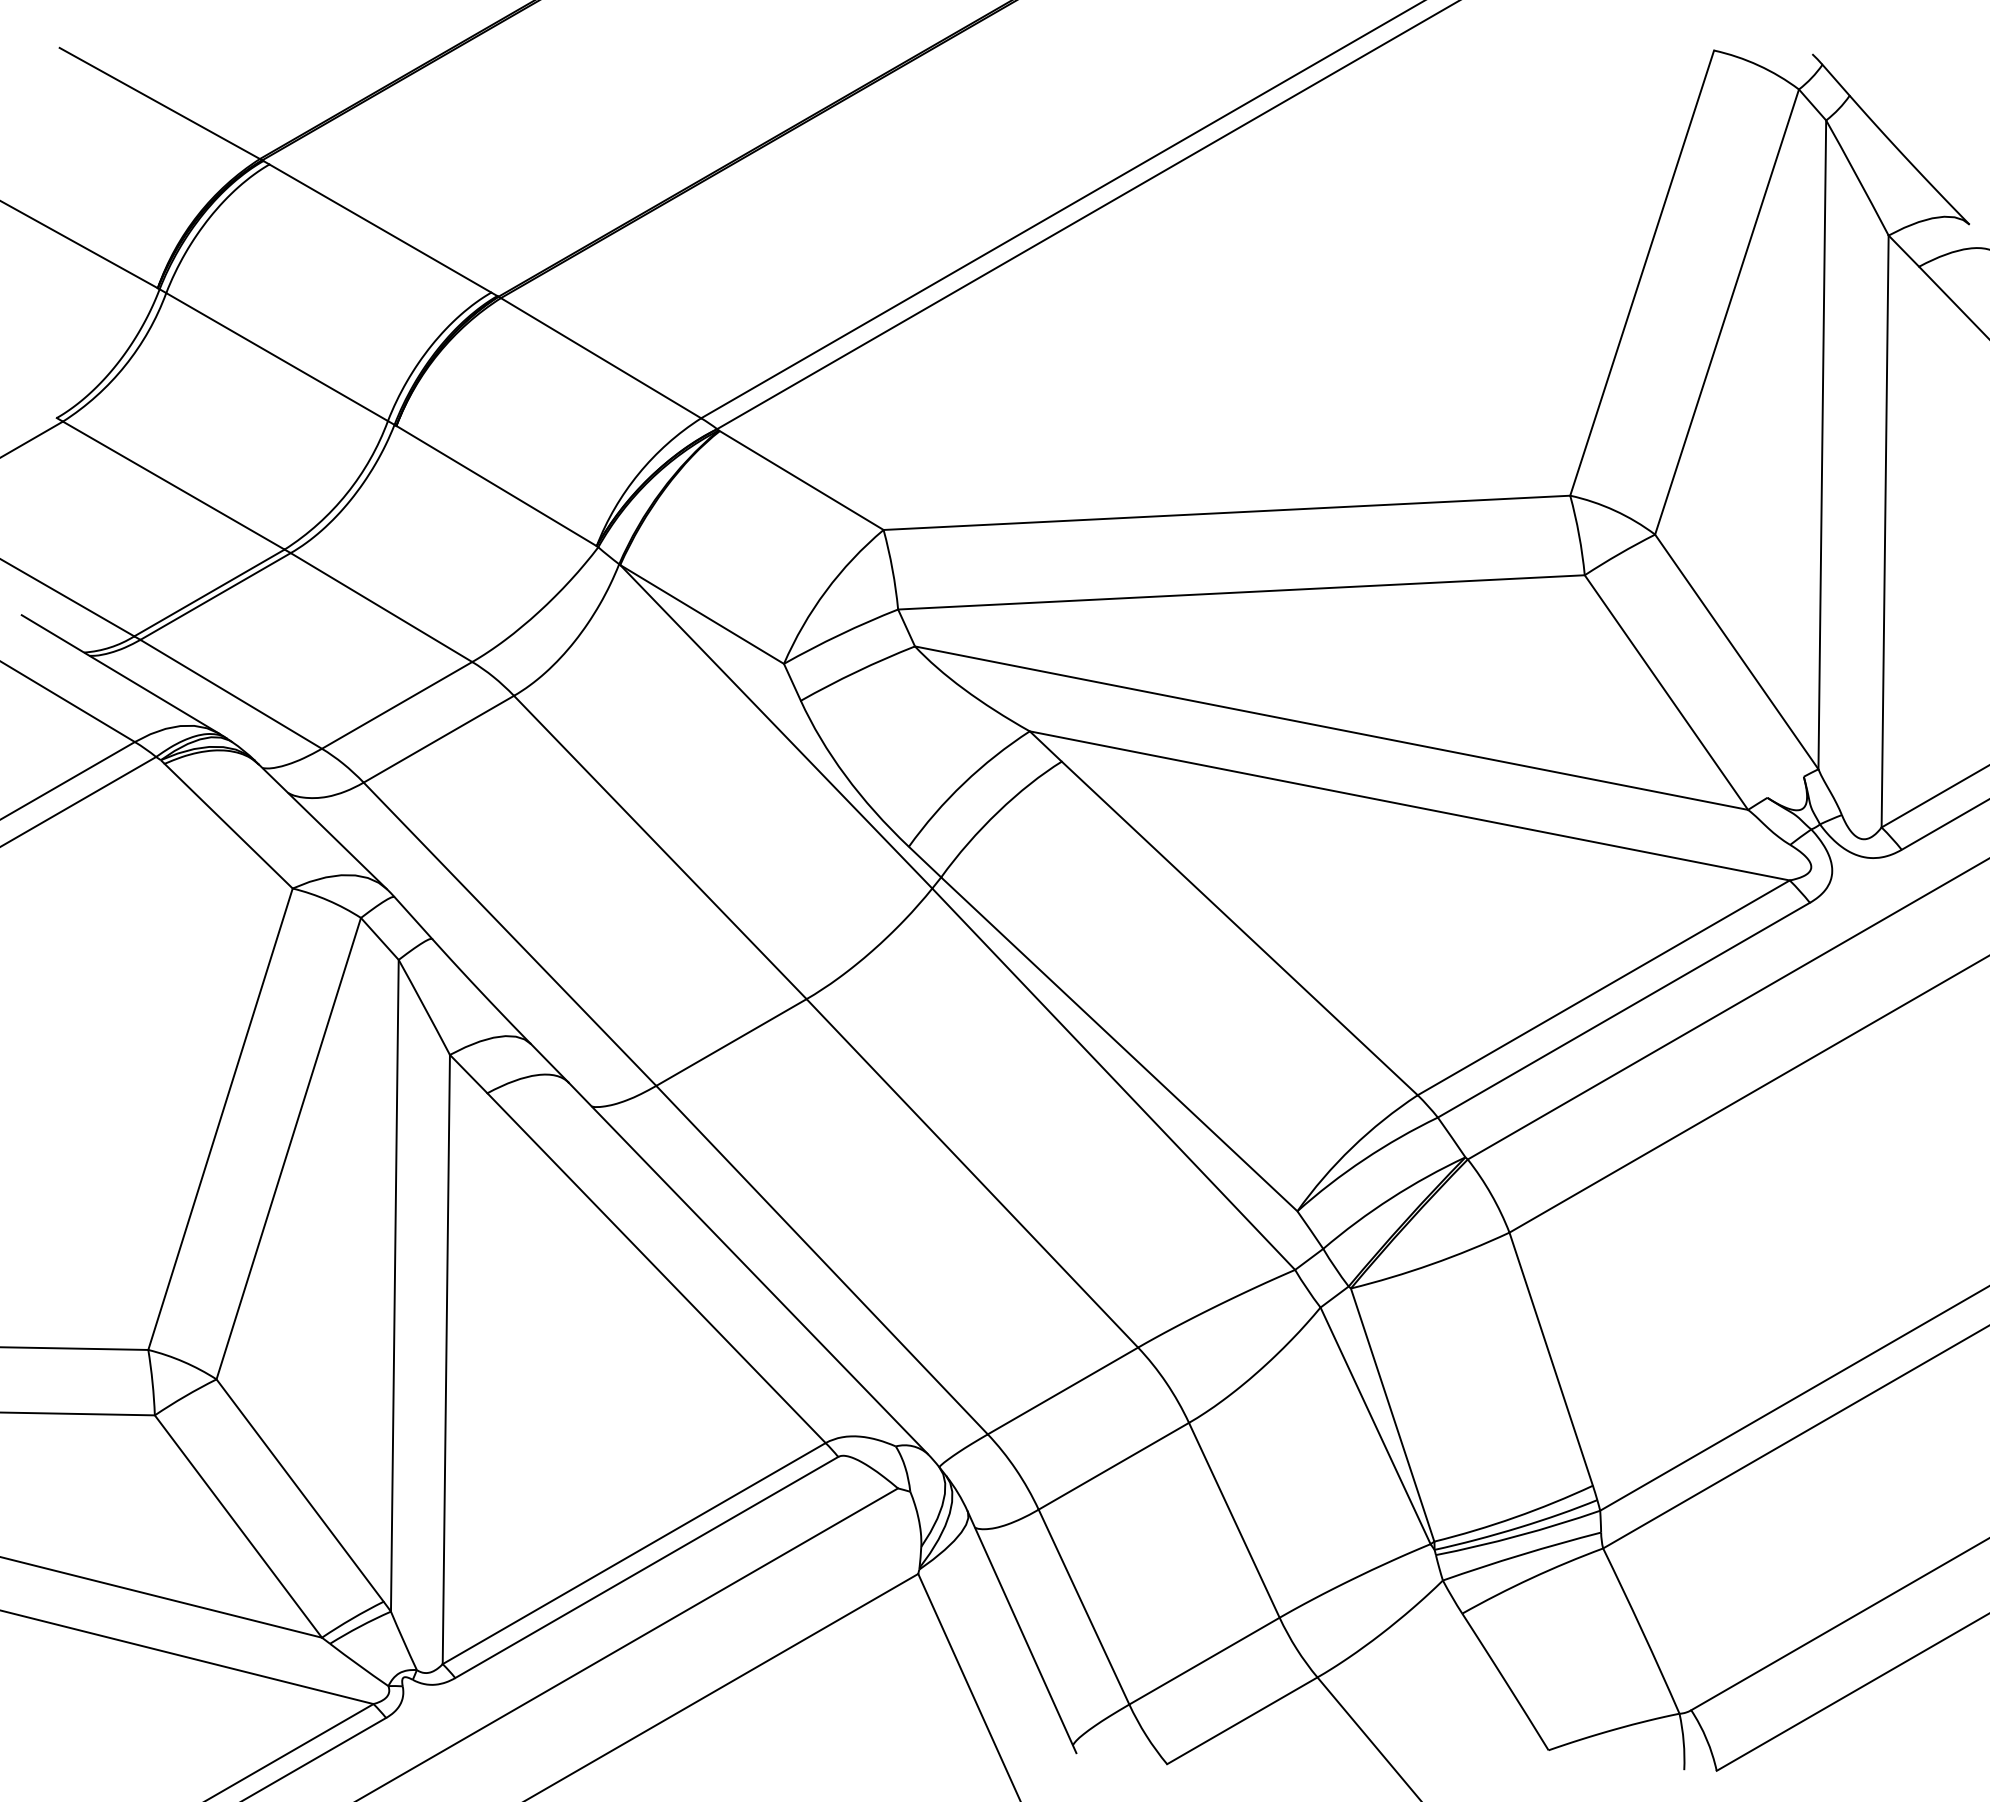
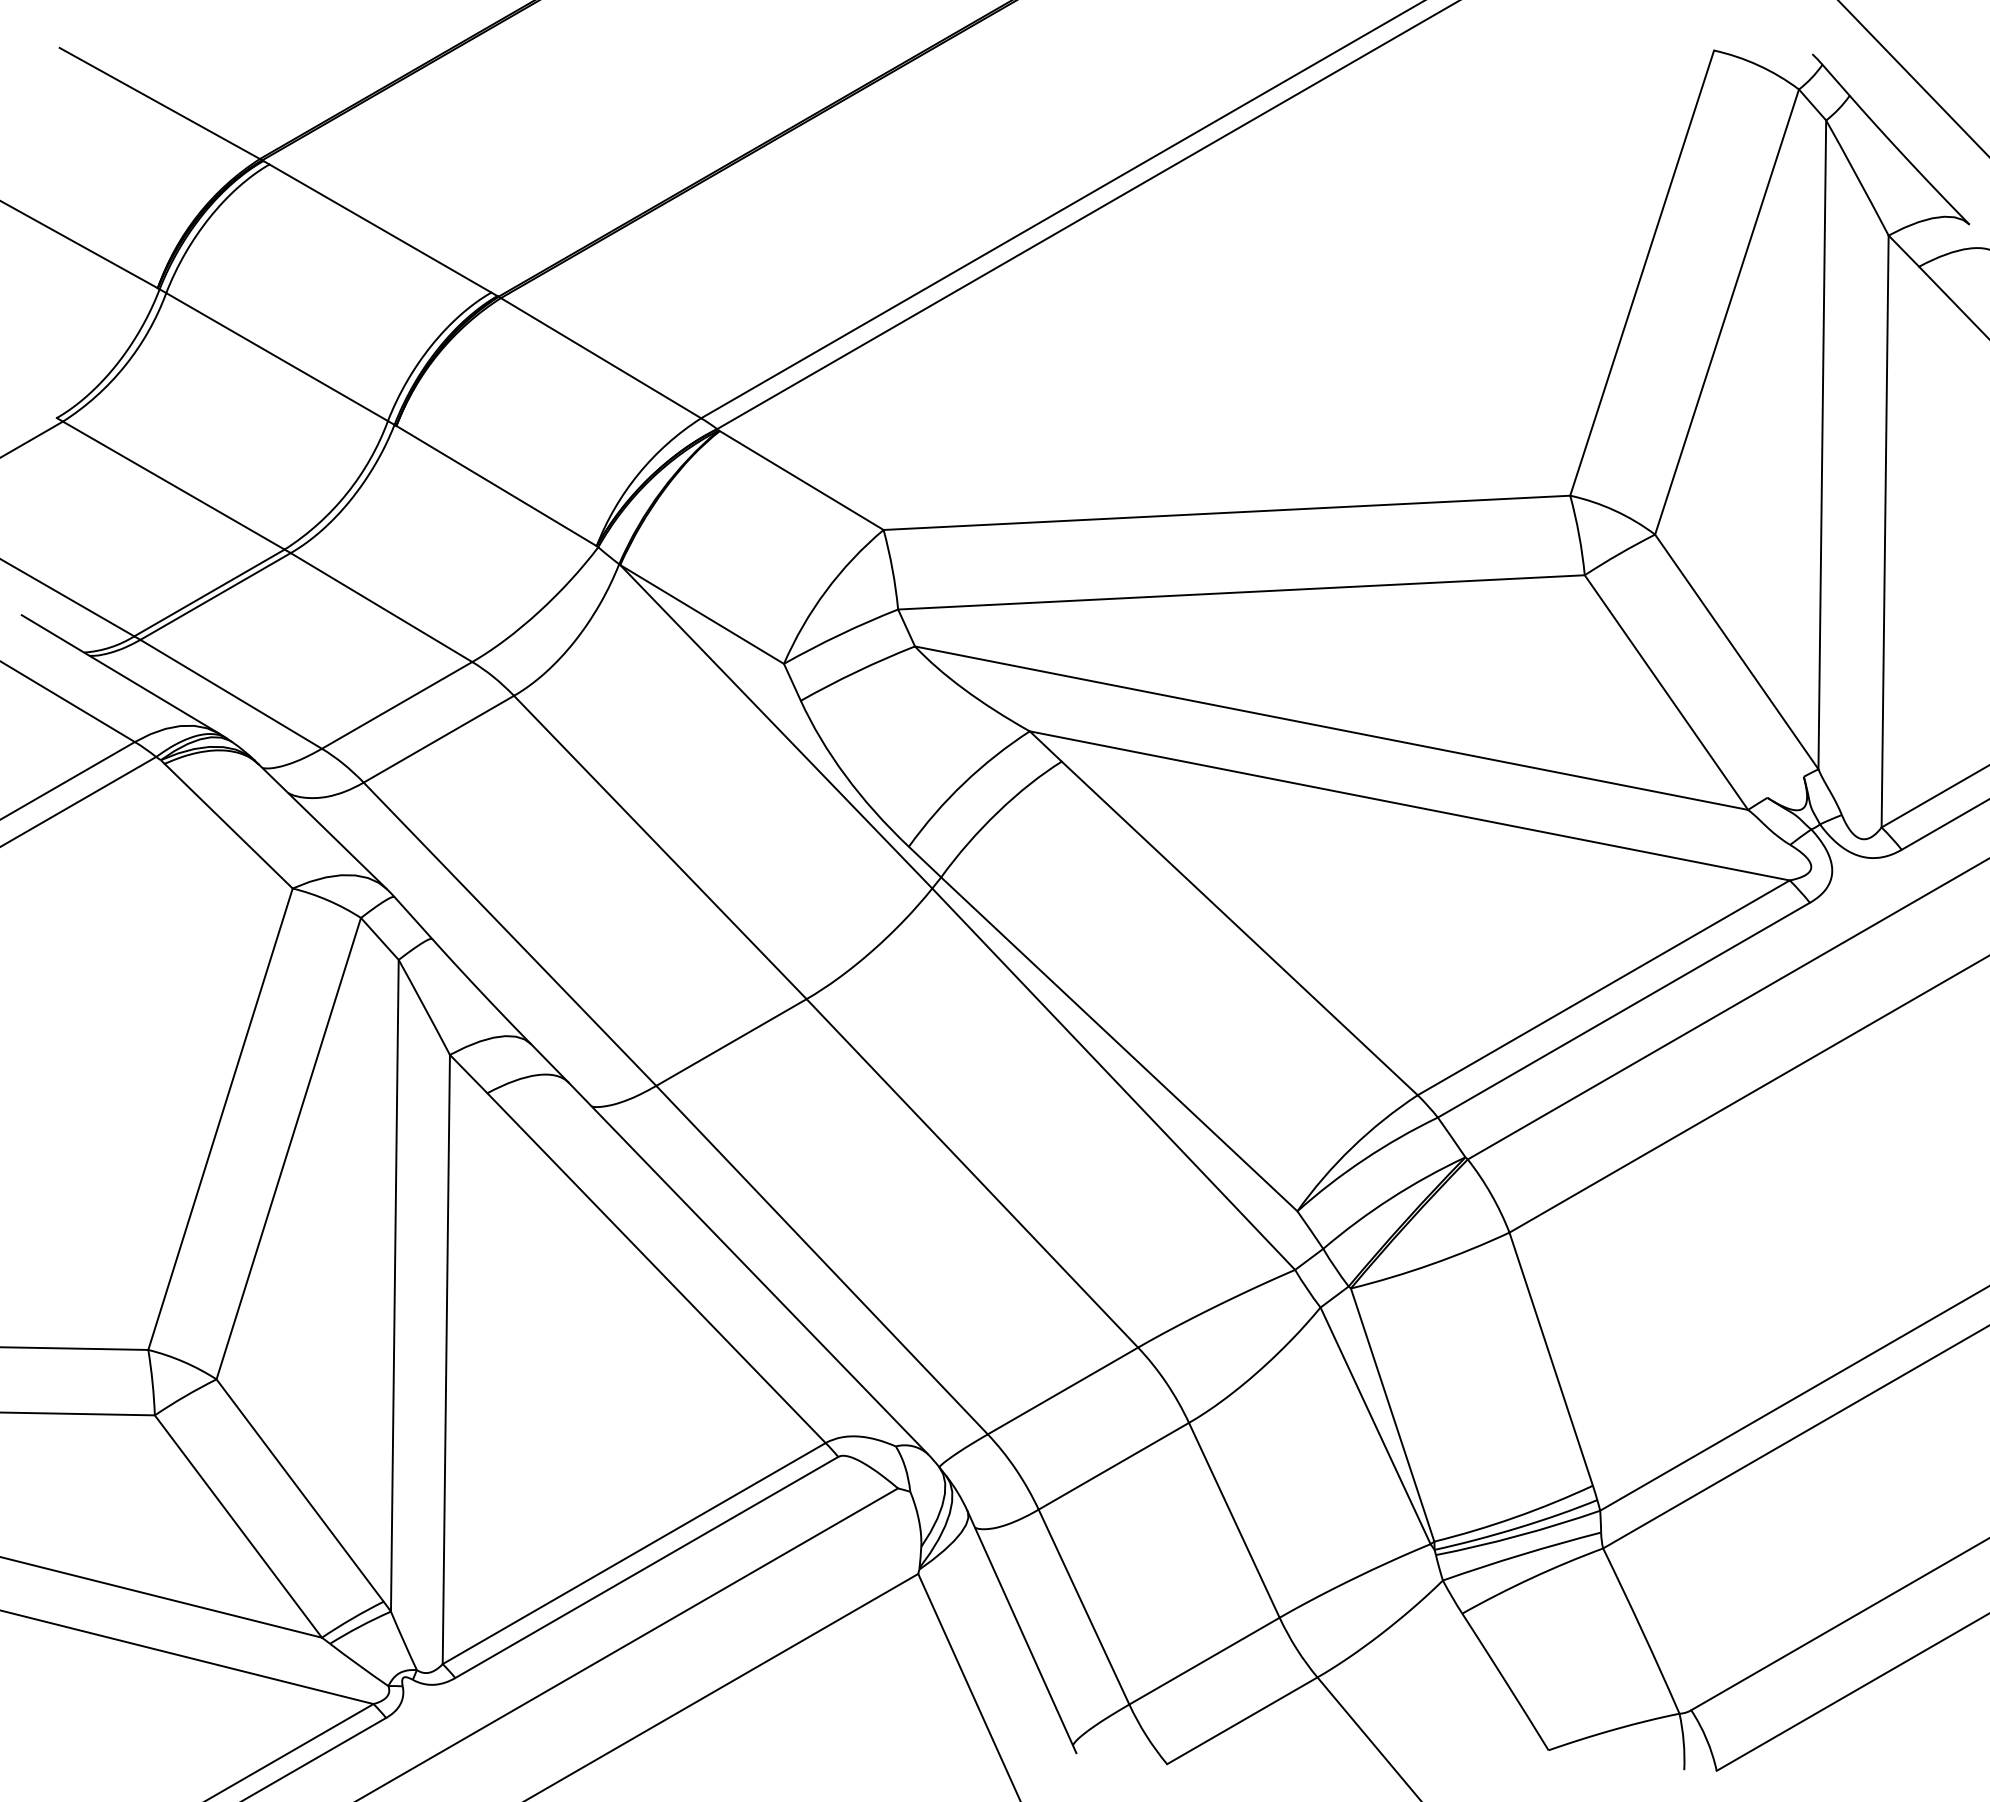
line at (1912, 78): none -> present
